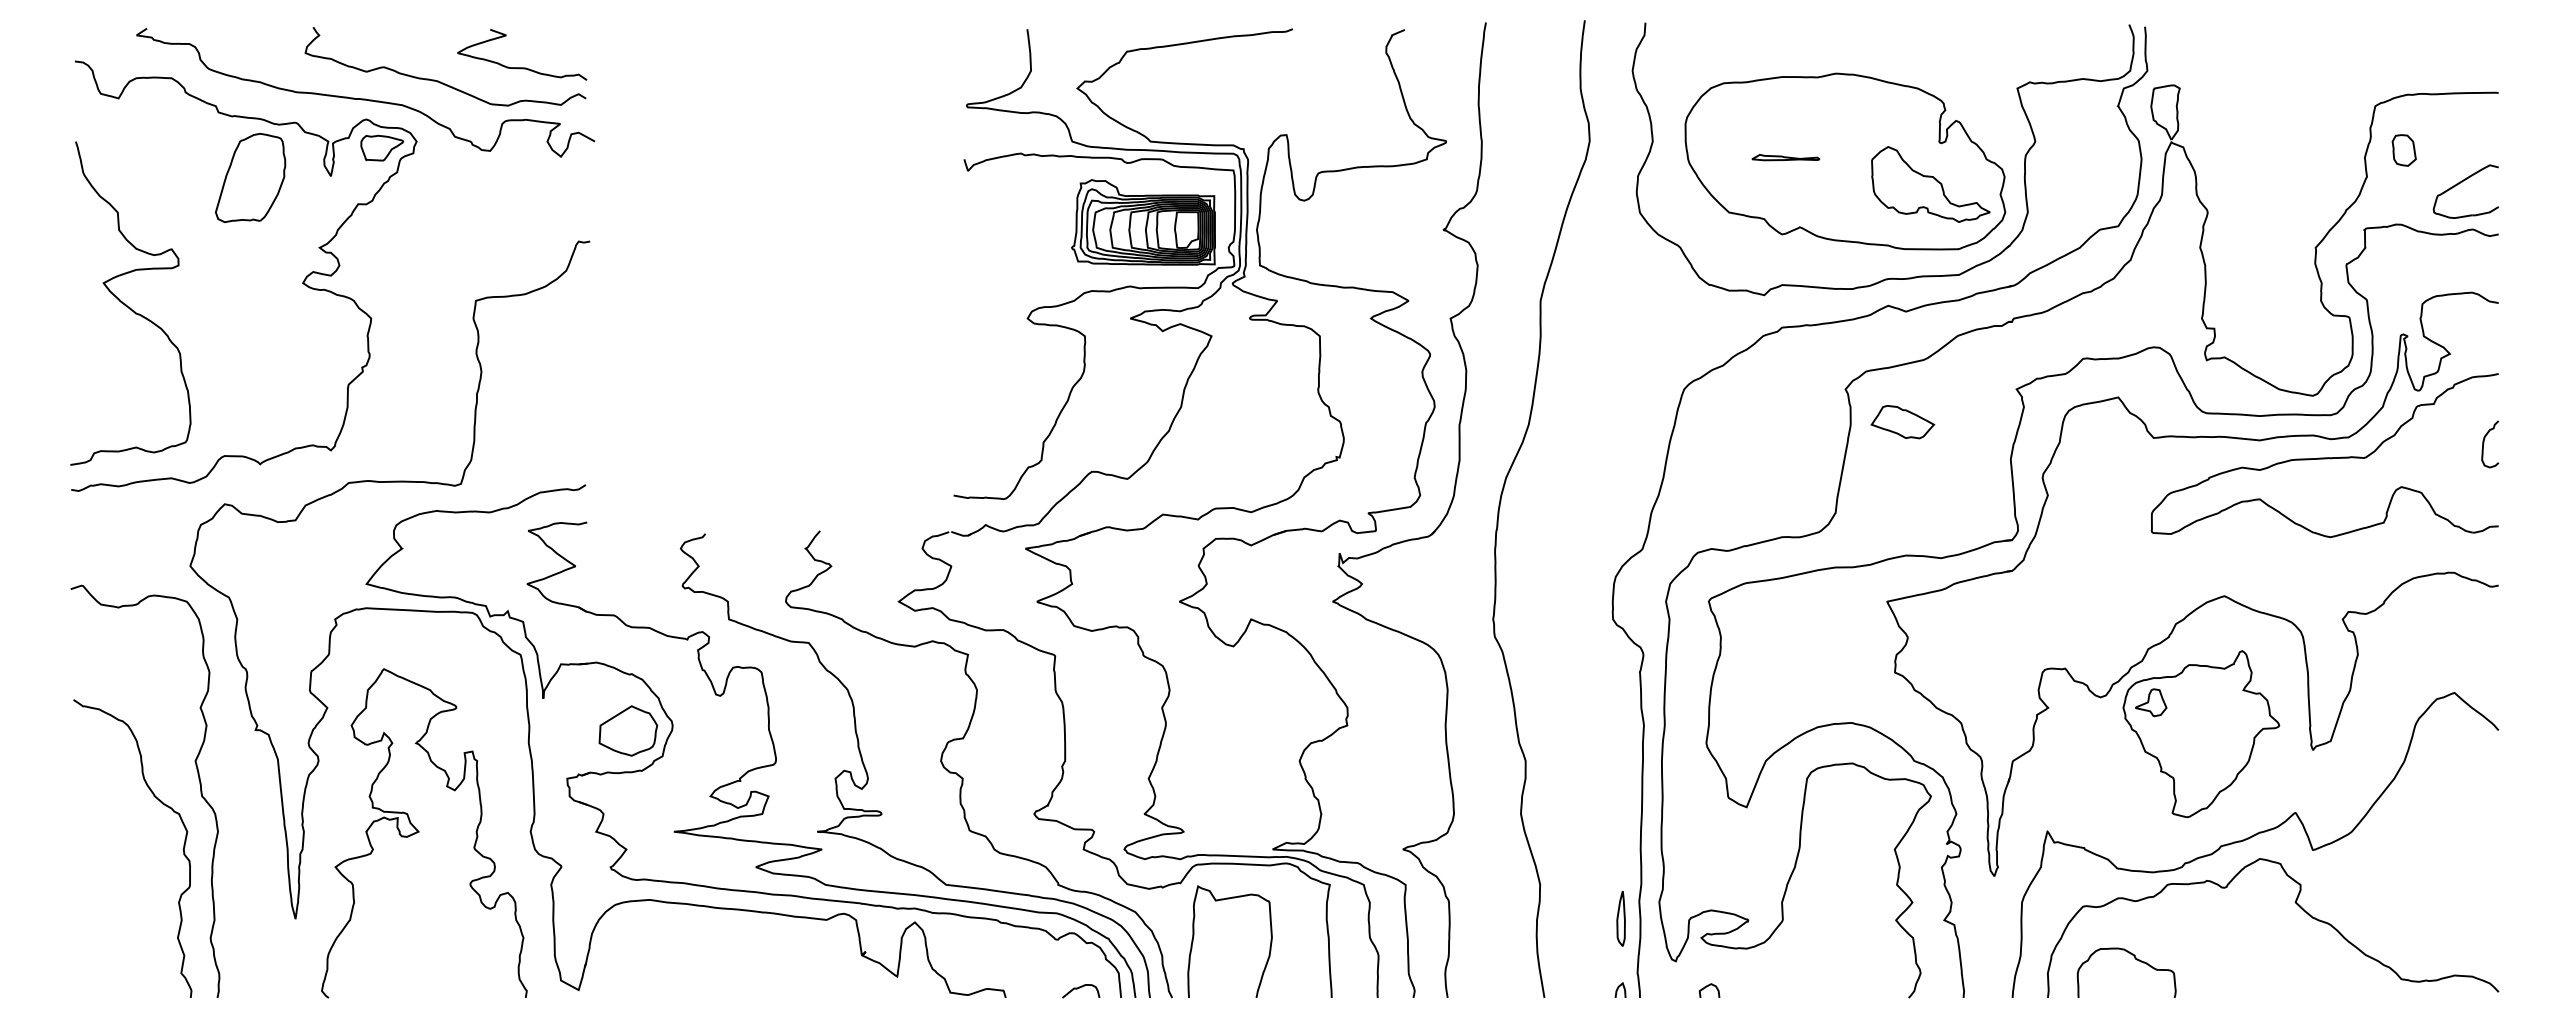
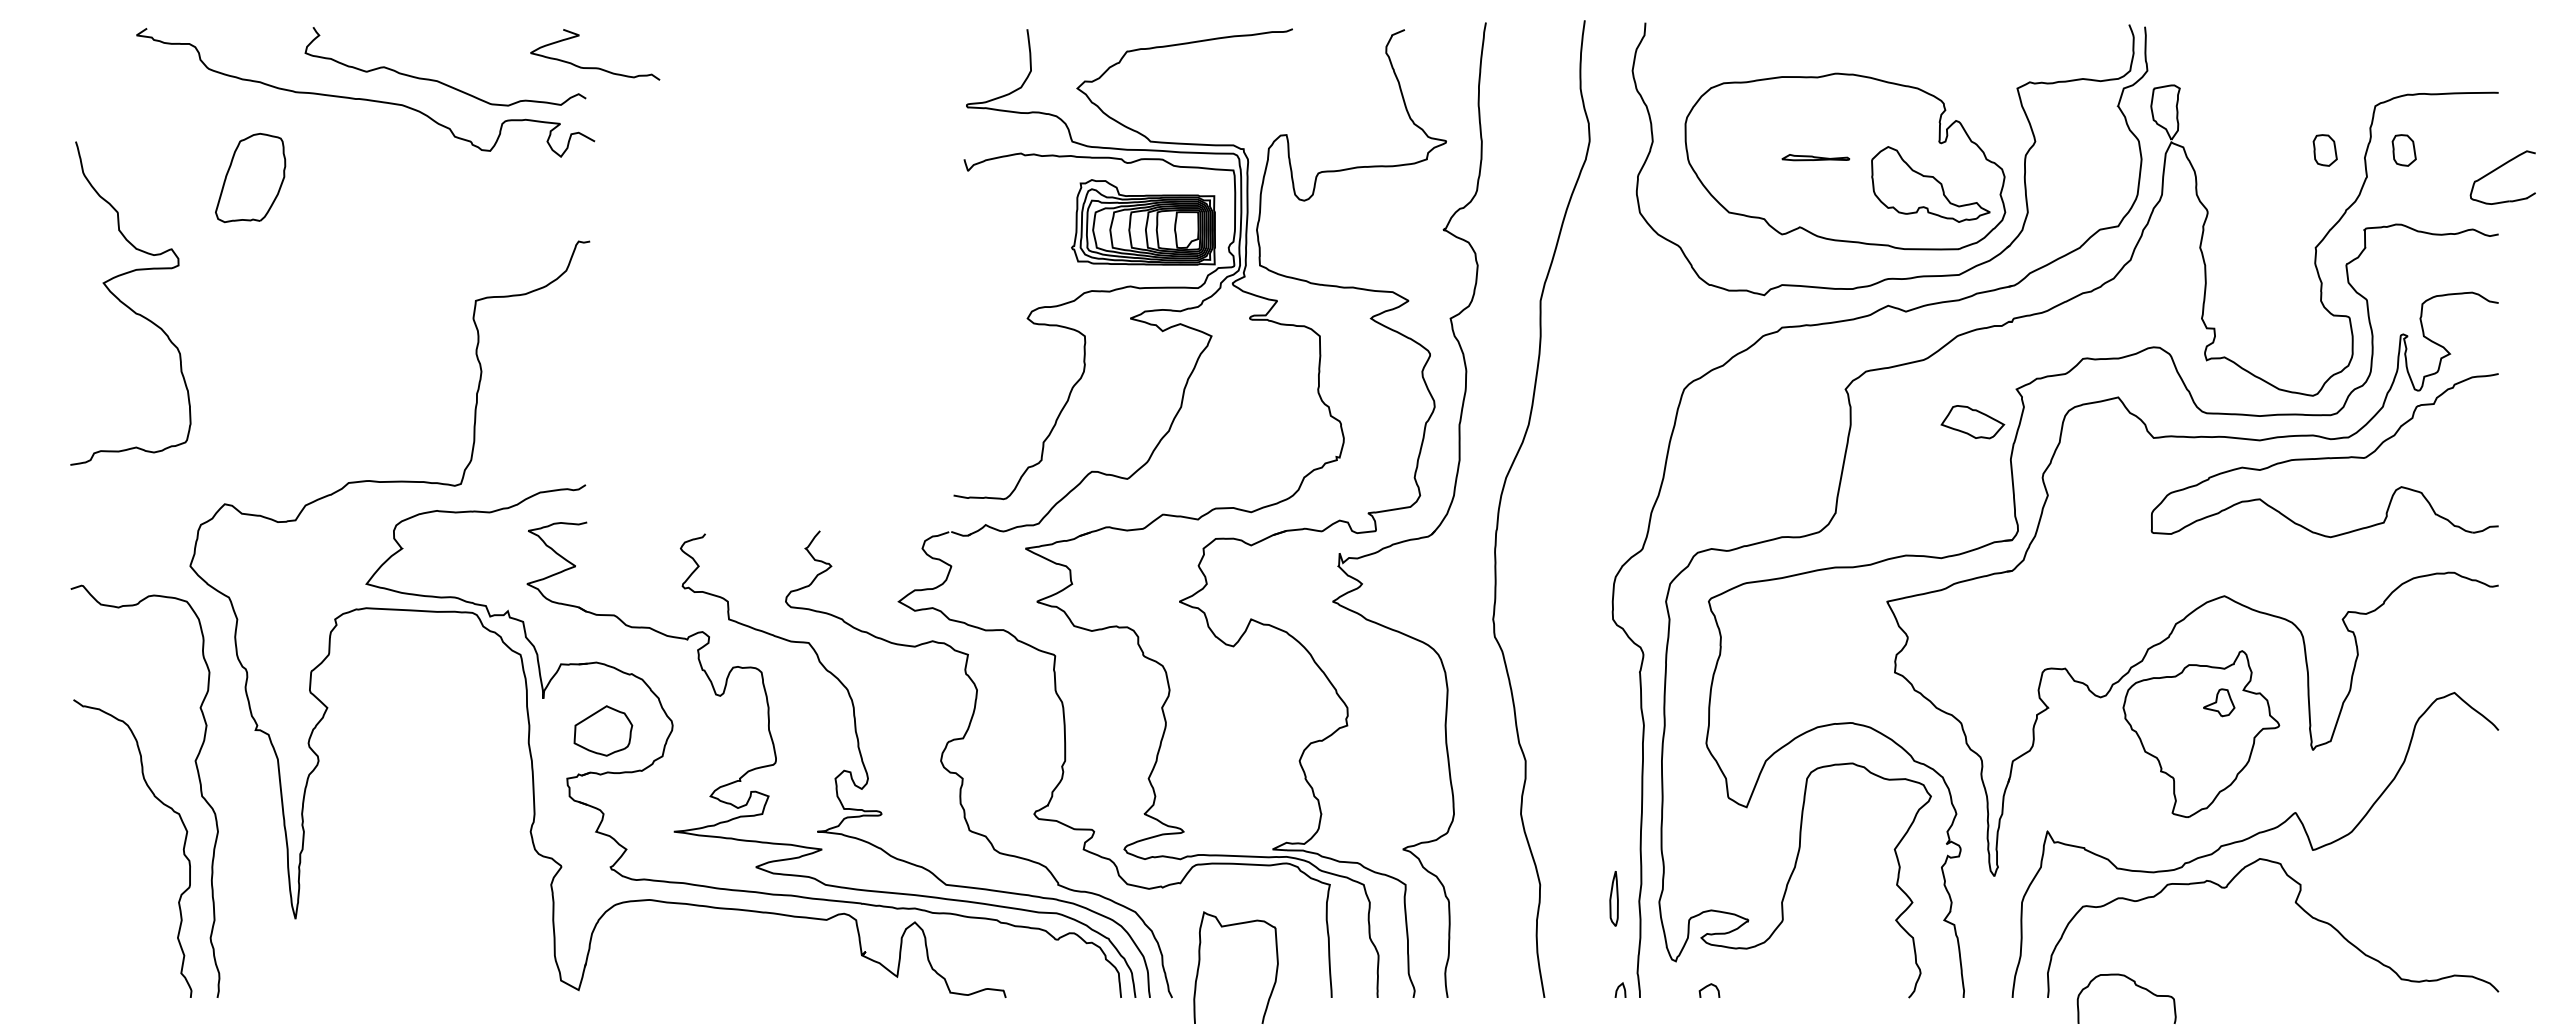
curve at (522, 67) position: (522, 67) -> (595, 67)
part at (2324, 150): none -> present
part at (1785, 157) position: (1785, 157) -> (1815, 157)
part at (2459, 184) position: (2459, 184) -> (2496, 170)
part at (302, 282): present -> none
part at (1902, 422) position: (1902, 422) -> (1972, 422)
part at (2484, 443): present -> none
part at (2151, 702) position: (2151, 702) -> (2219, 702)
part at (628, 730) position: (628, 730) -> (603, 730)
curve at (419, 832): present -> none
part at (1620, 918) position: (1620, 918) -> (1613, 898)
curve at (1194, 936) position: (1194, 936) -> (1200, 962)
curve at (2136, 960) position: (2136, 960) -> (2136, 986)
curve at (1080, 988): present -> none
